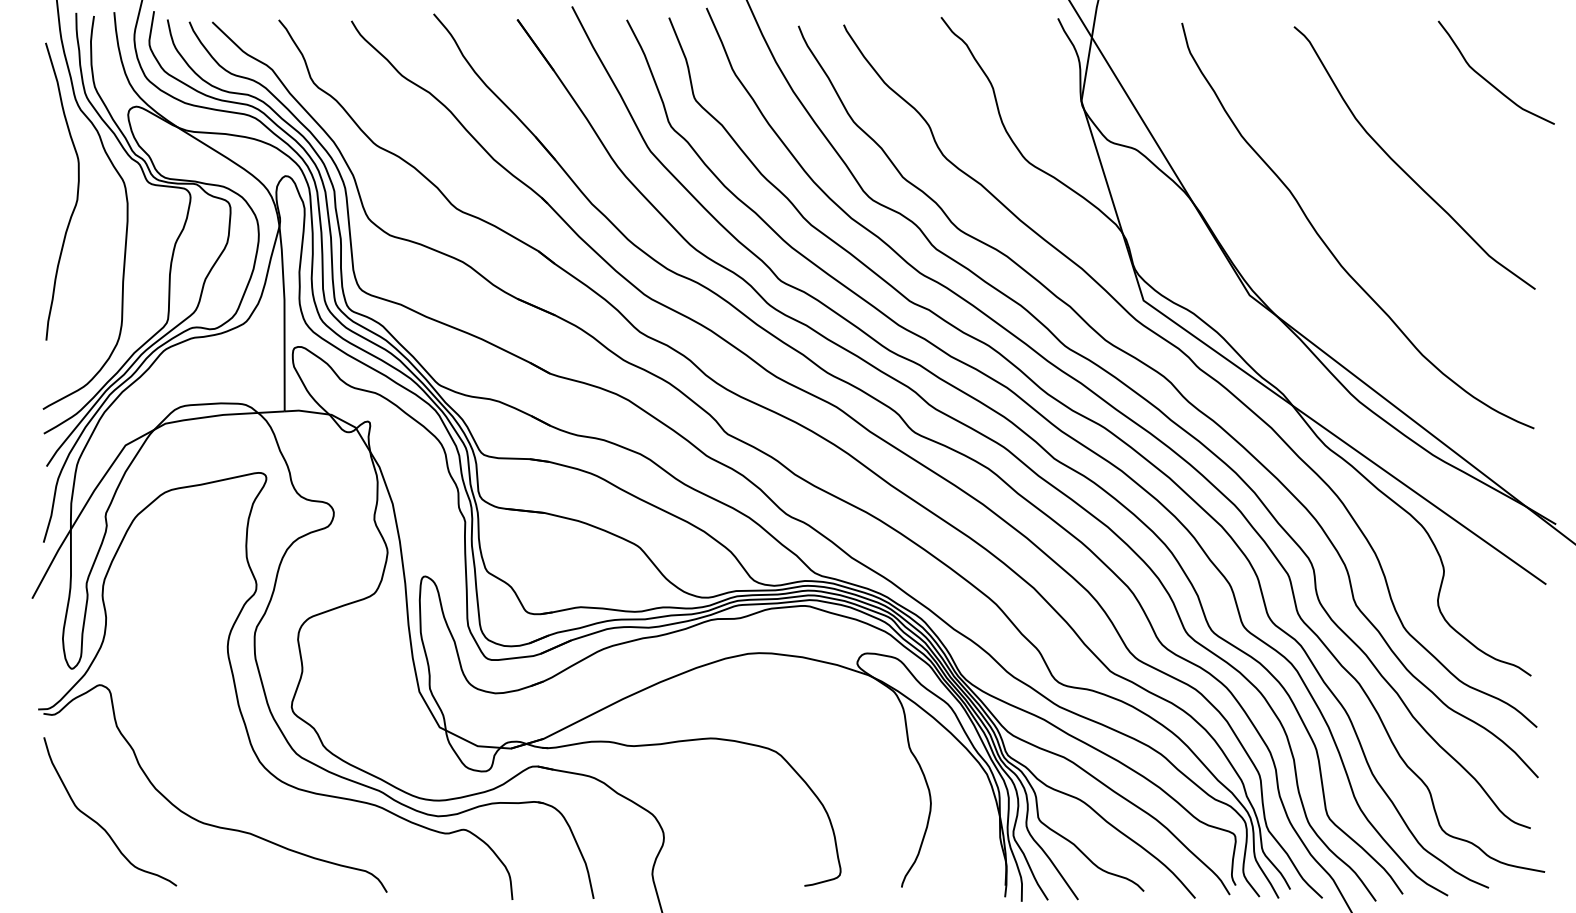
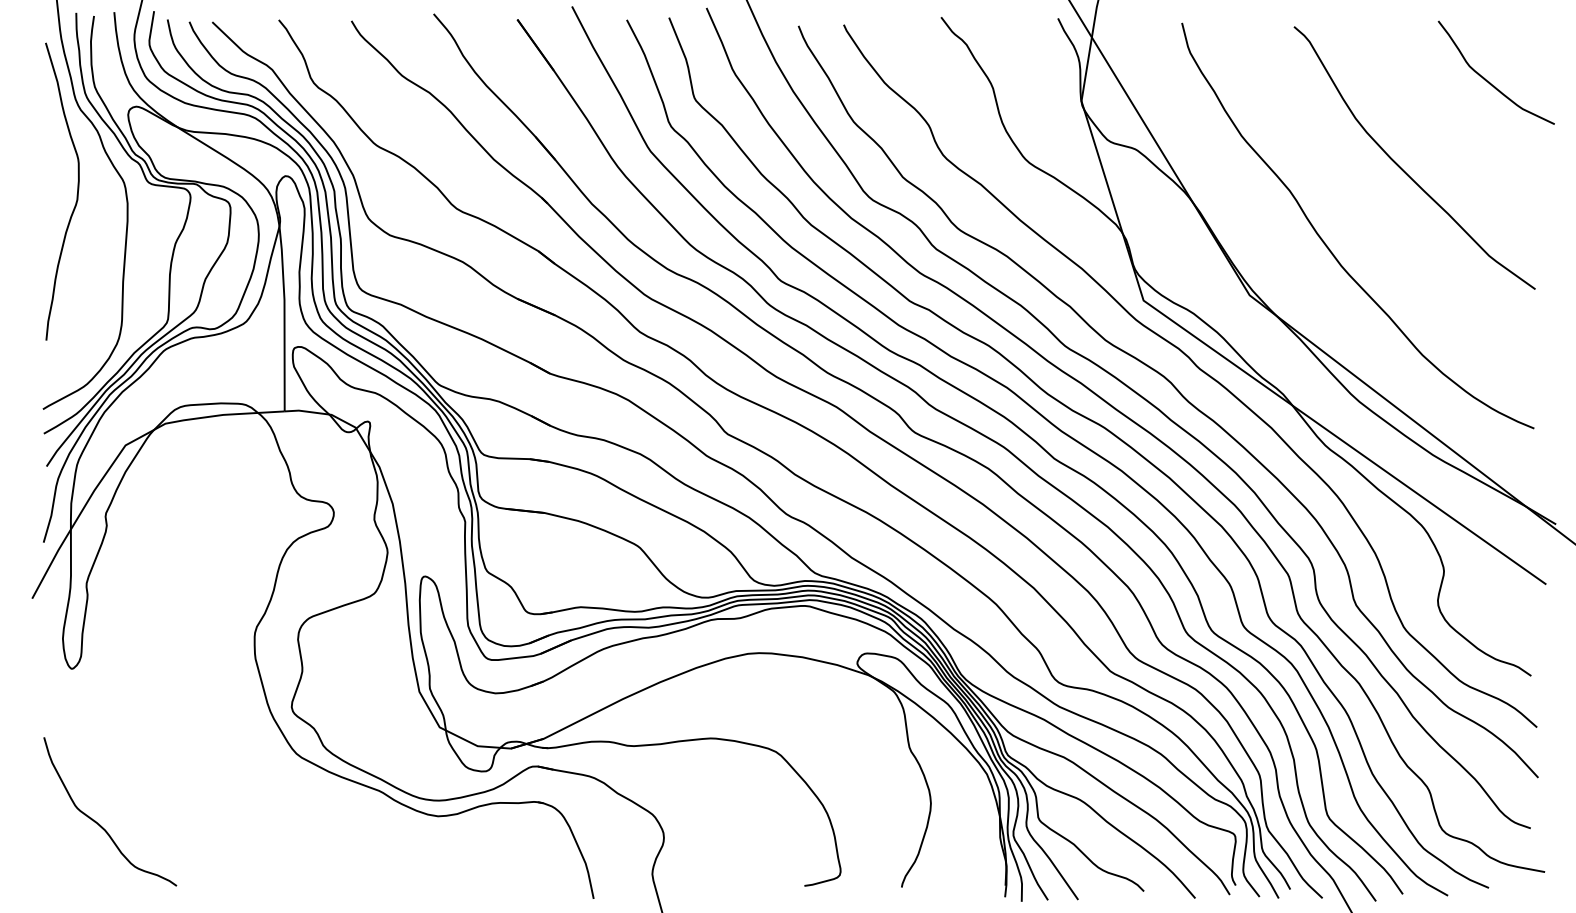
part at (237, 692): present -> none
